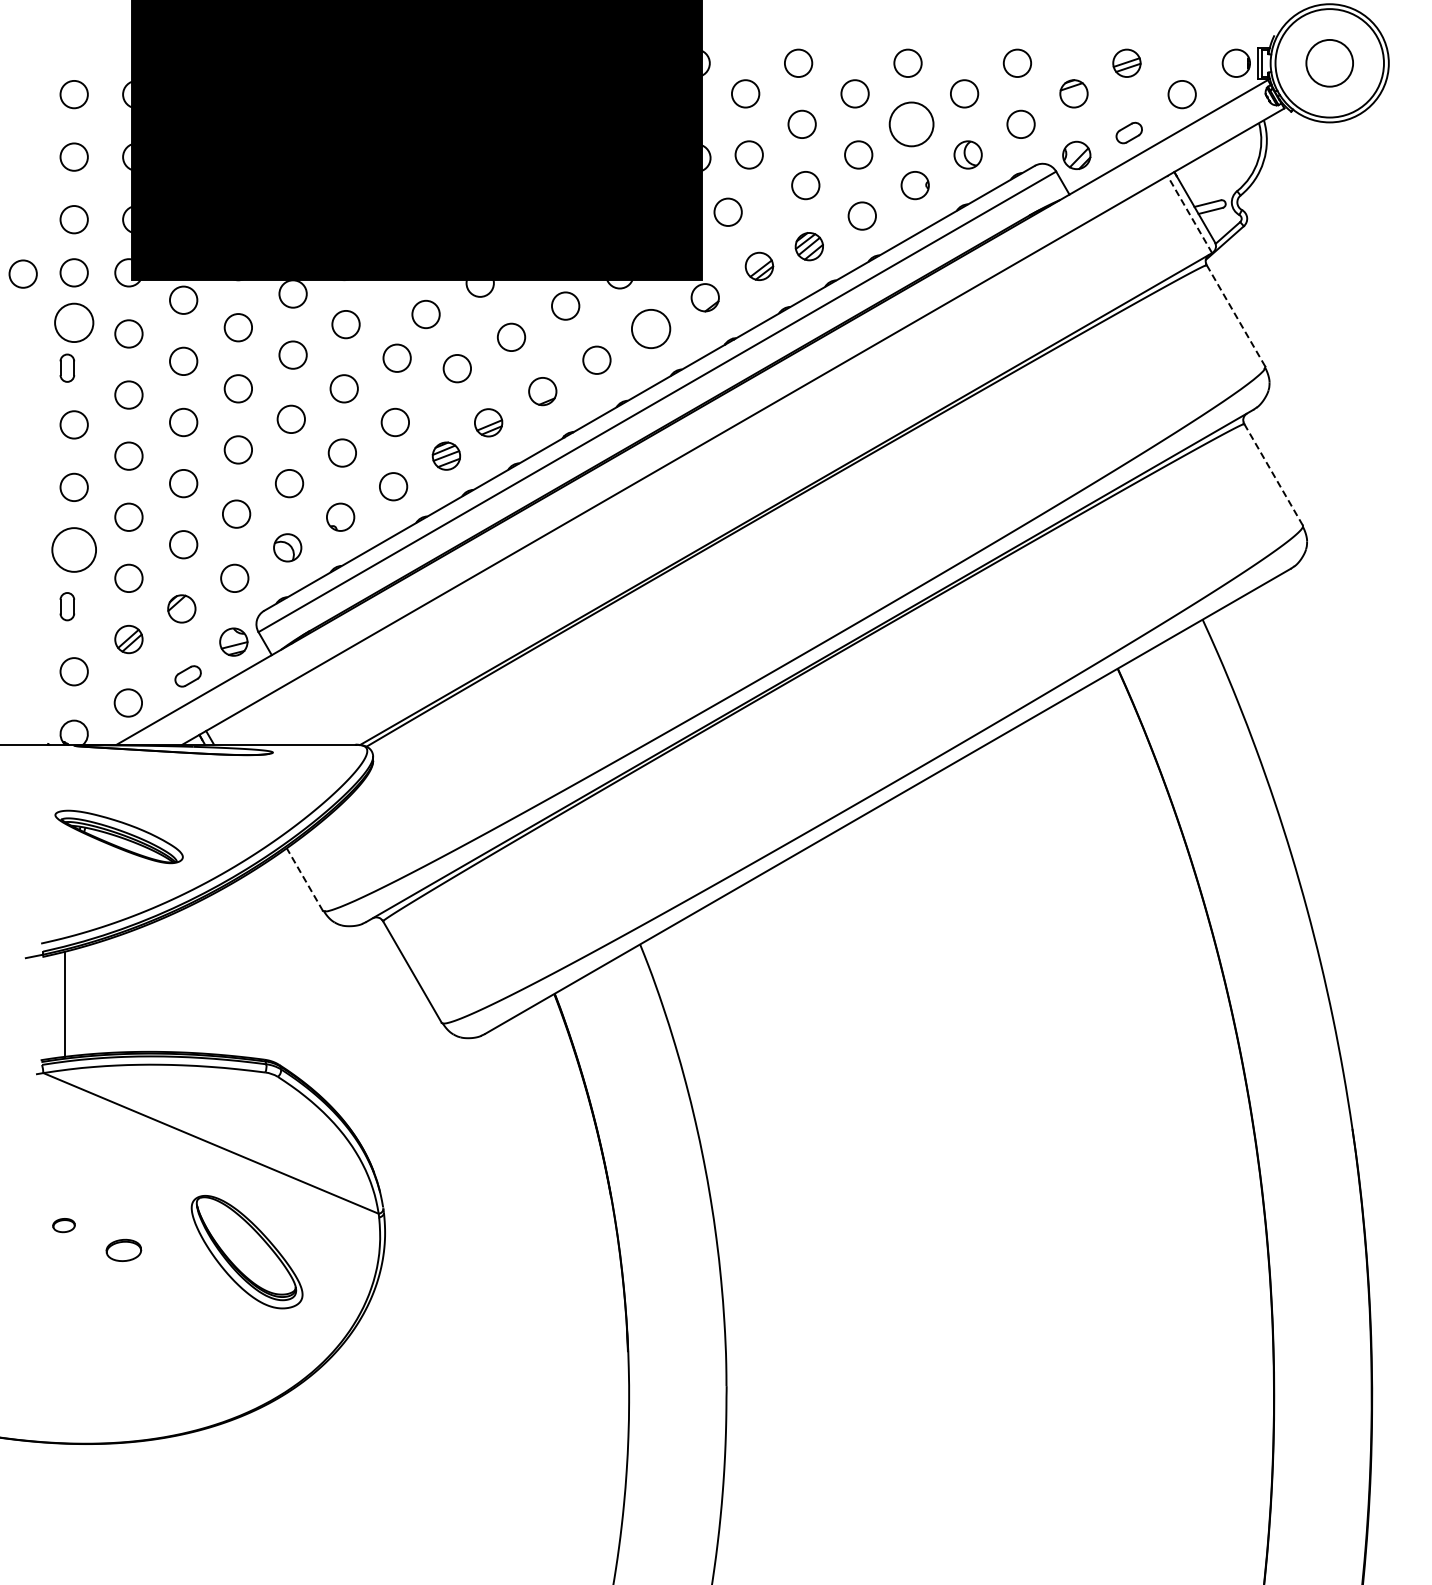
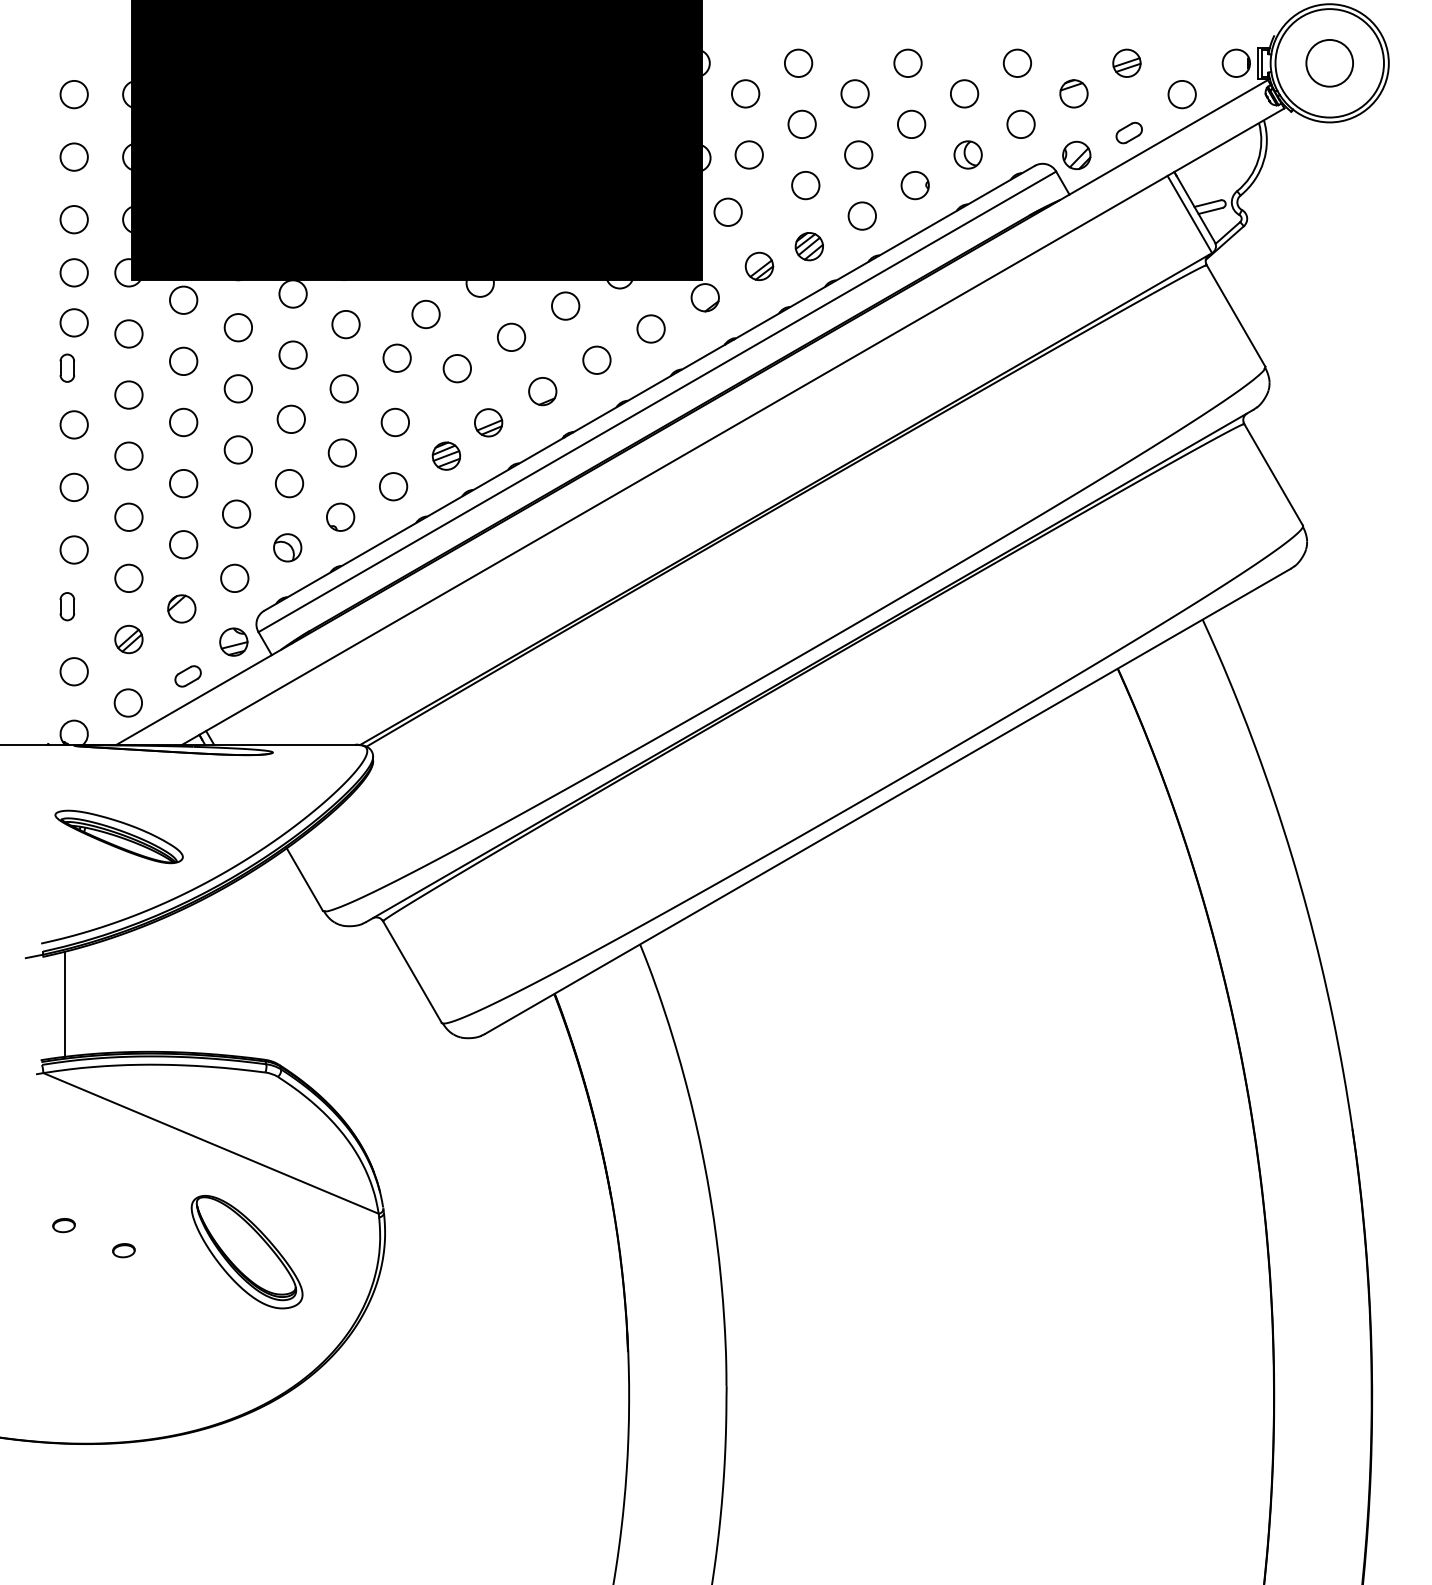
circle at (911, 124) diameter: 44 px -> 27 px
line at (1189, 214): dashed -> solid
circle at (22, 273): present -> none
line at (1236, 316): dashed -> solid
circle at (74, 322) diameter: 38 px -> 27 px
circle at (650, 328) diameter: 38 px -> 27 px
line at (1273, 474): dashed -> solid
circle at (74, 549) diameter: 44 px -> 27 px
line at (304, 879): dashed -> solid
part at (123, 1249) size: 38x24 px -> 24x16 px
